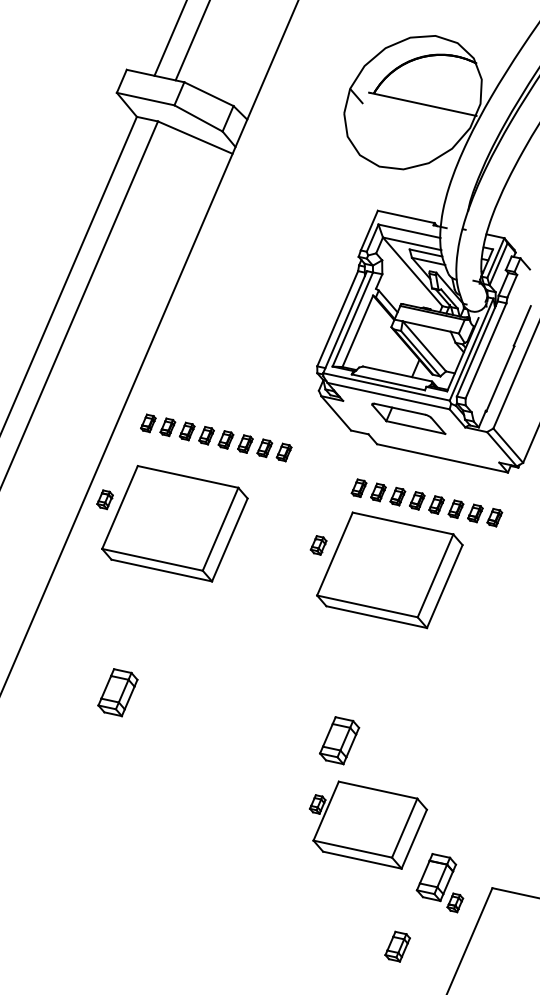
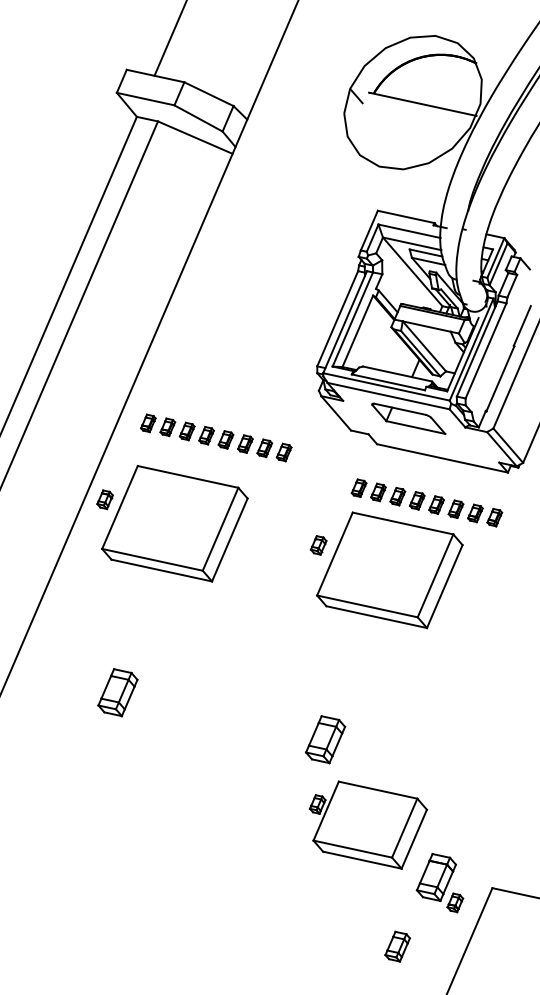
line at (192, 41): present -> none
part at (339, 740) position: (339, 740) -> (325, 739)
